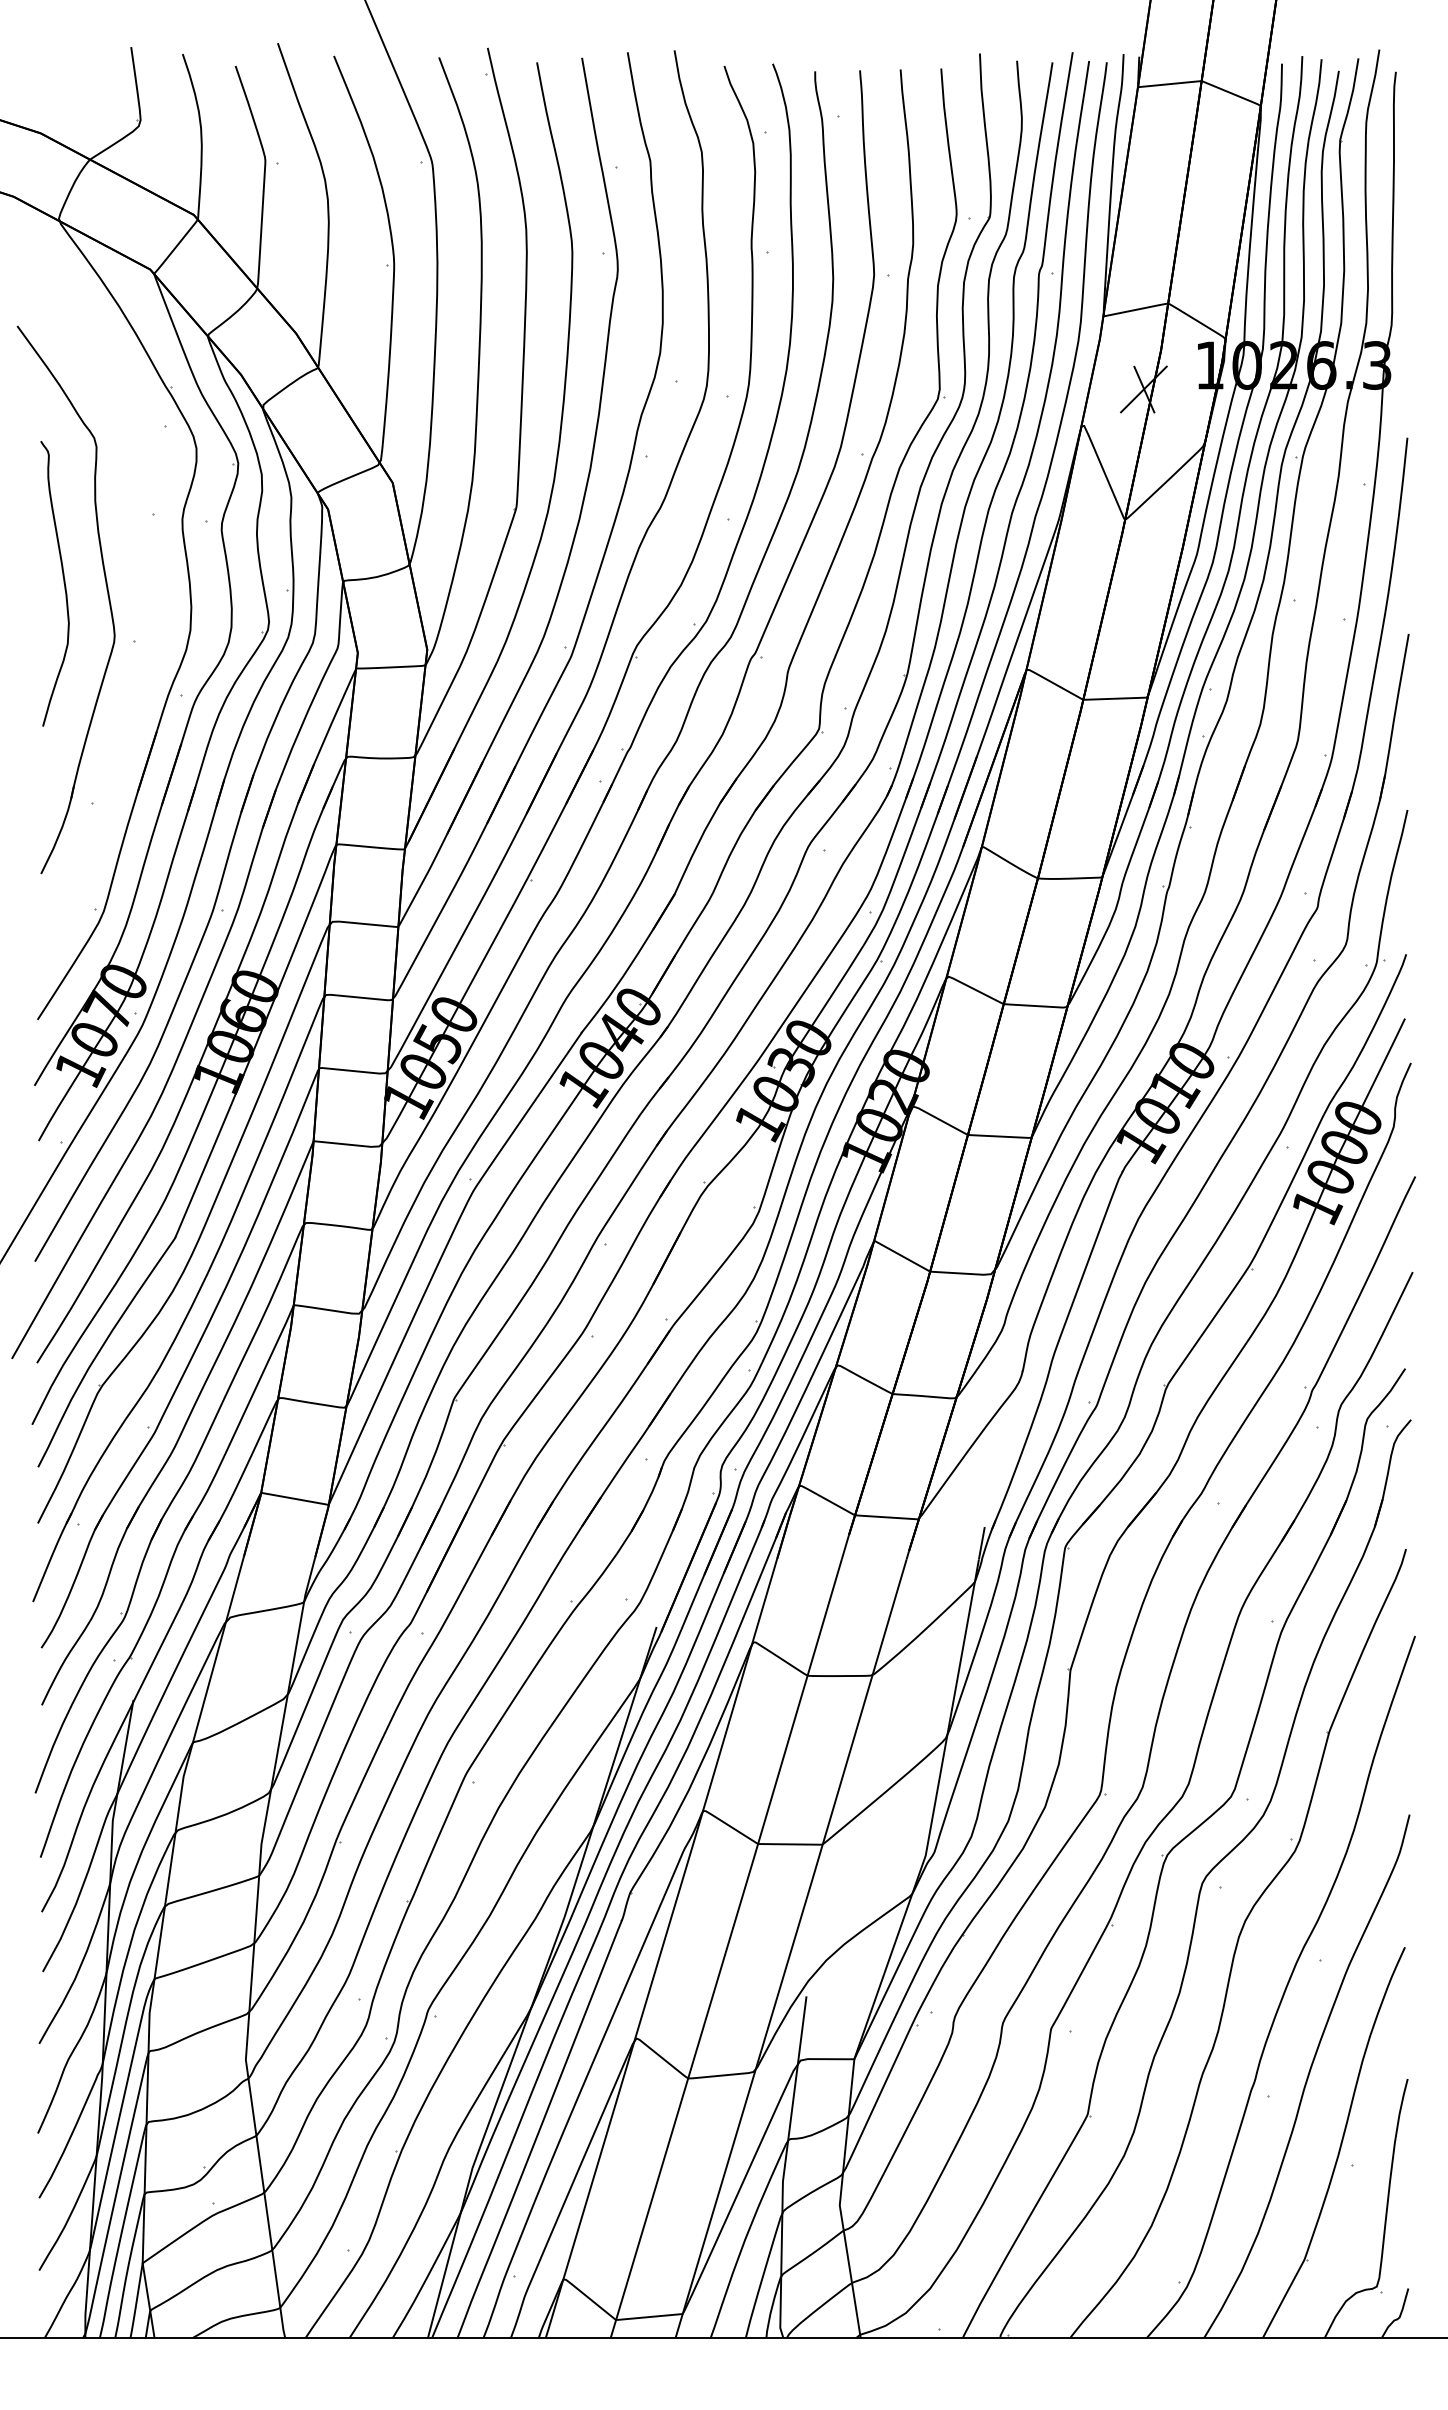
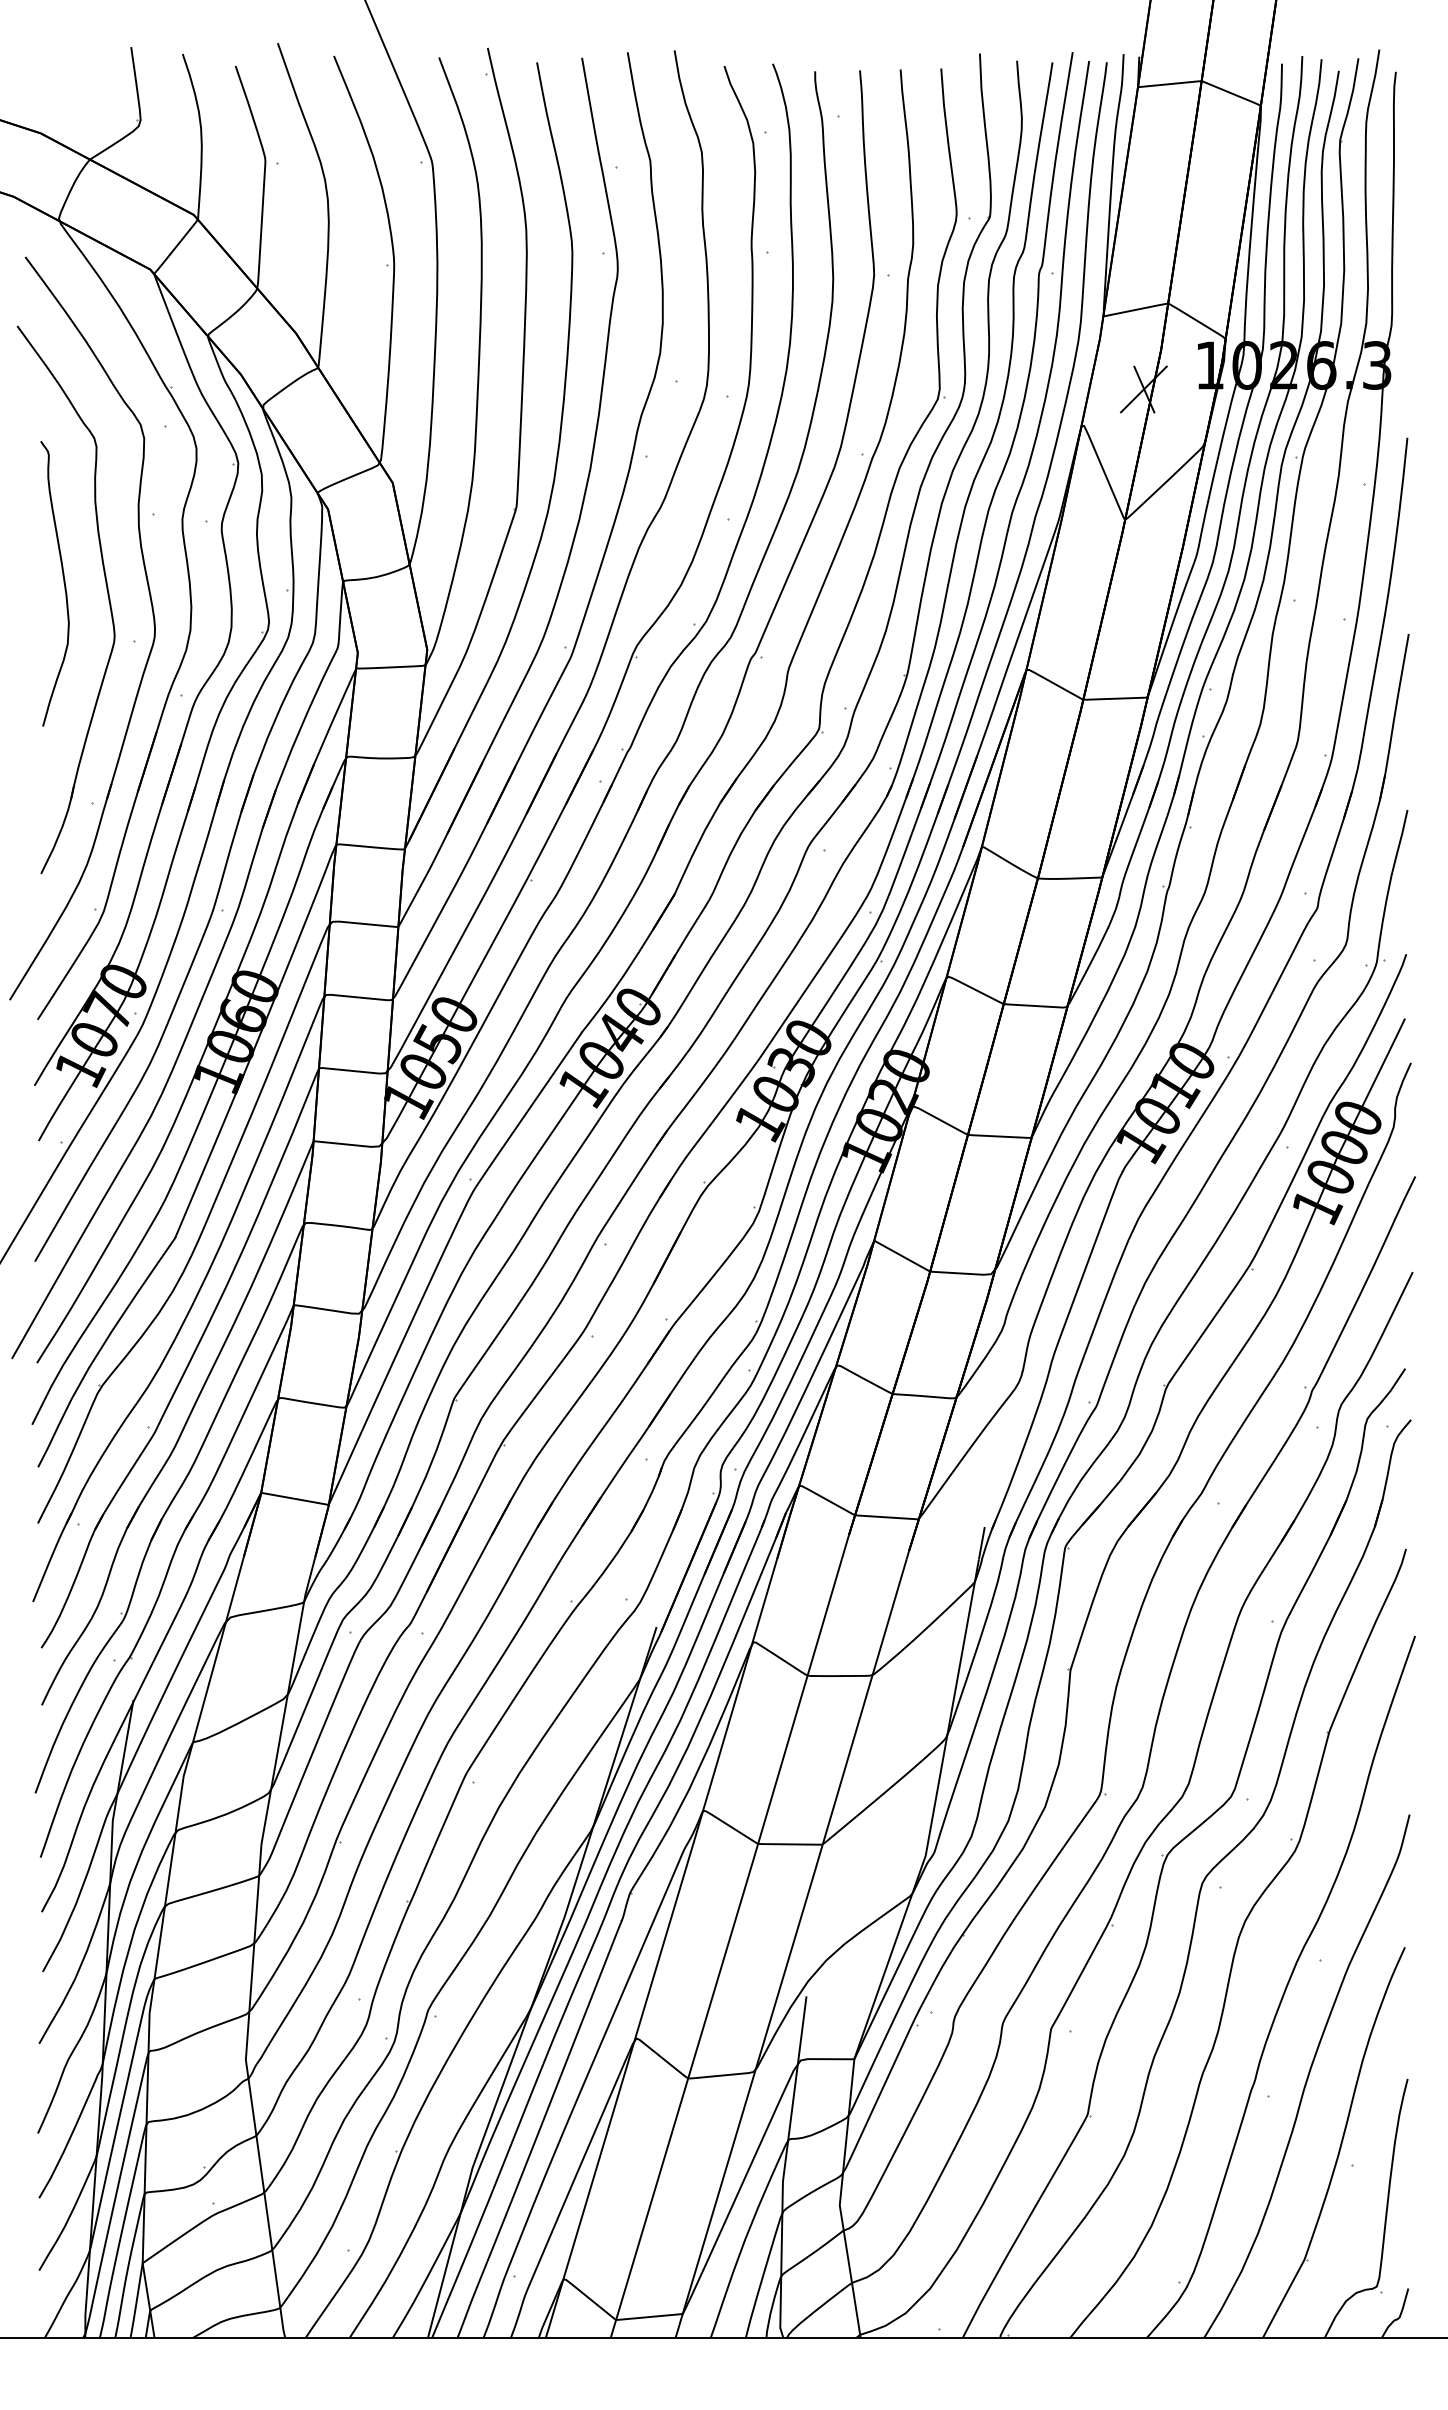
part at (149, 651): none -> present
